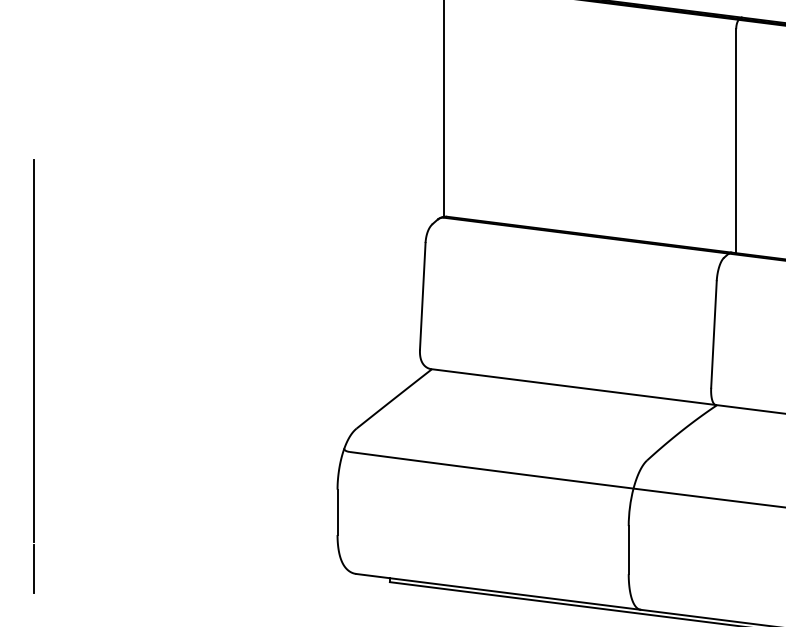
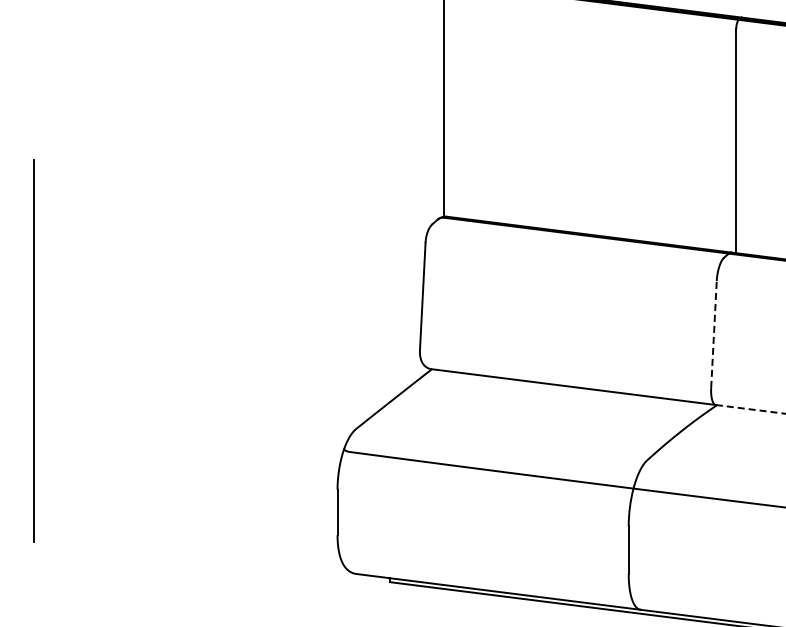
line at (713, 334): solid -> dashed
line at (750, 409): solid -> dashed
line at (33, 568): present -> none
